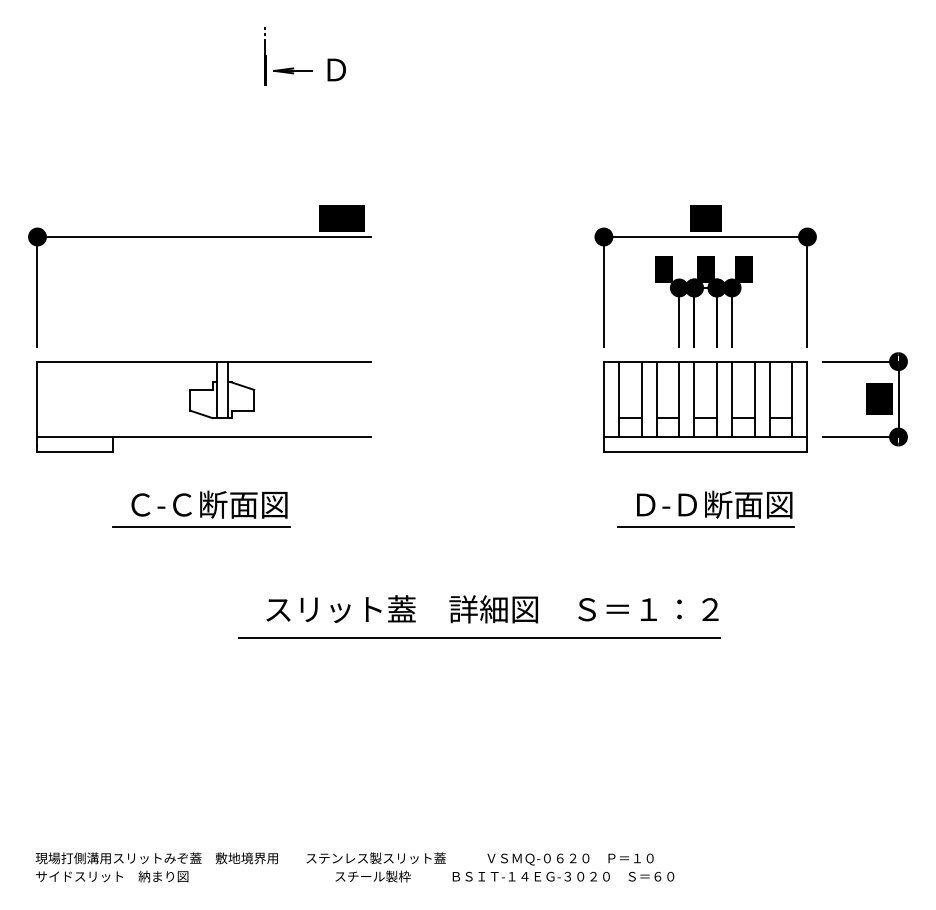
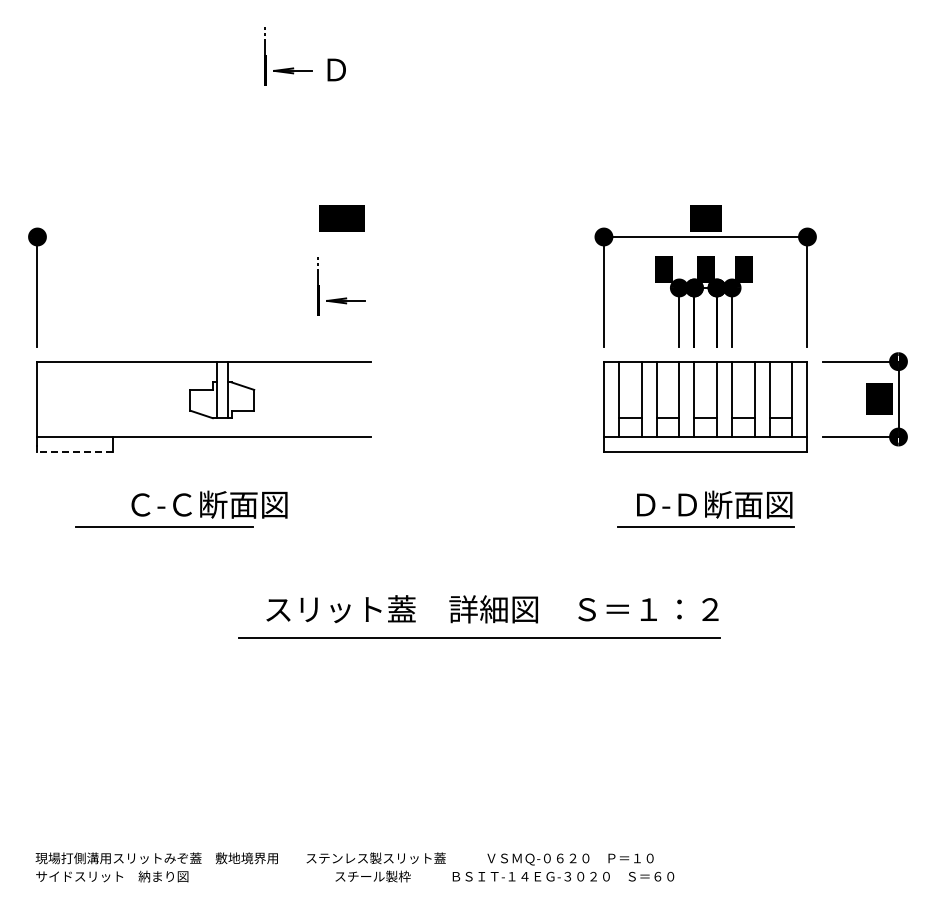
line at (203, 237): present -> none
part at (343, 297): none -> present
line at (75, 452): solid -> dashed
line at (201, 526) position: (201, 526) -> (164, 526)
